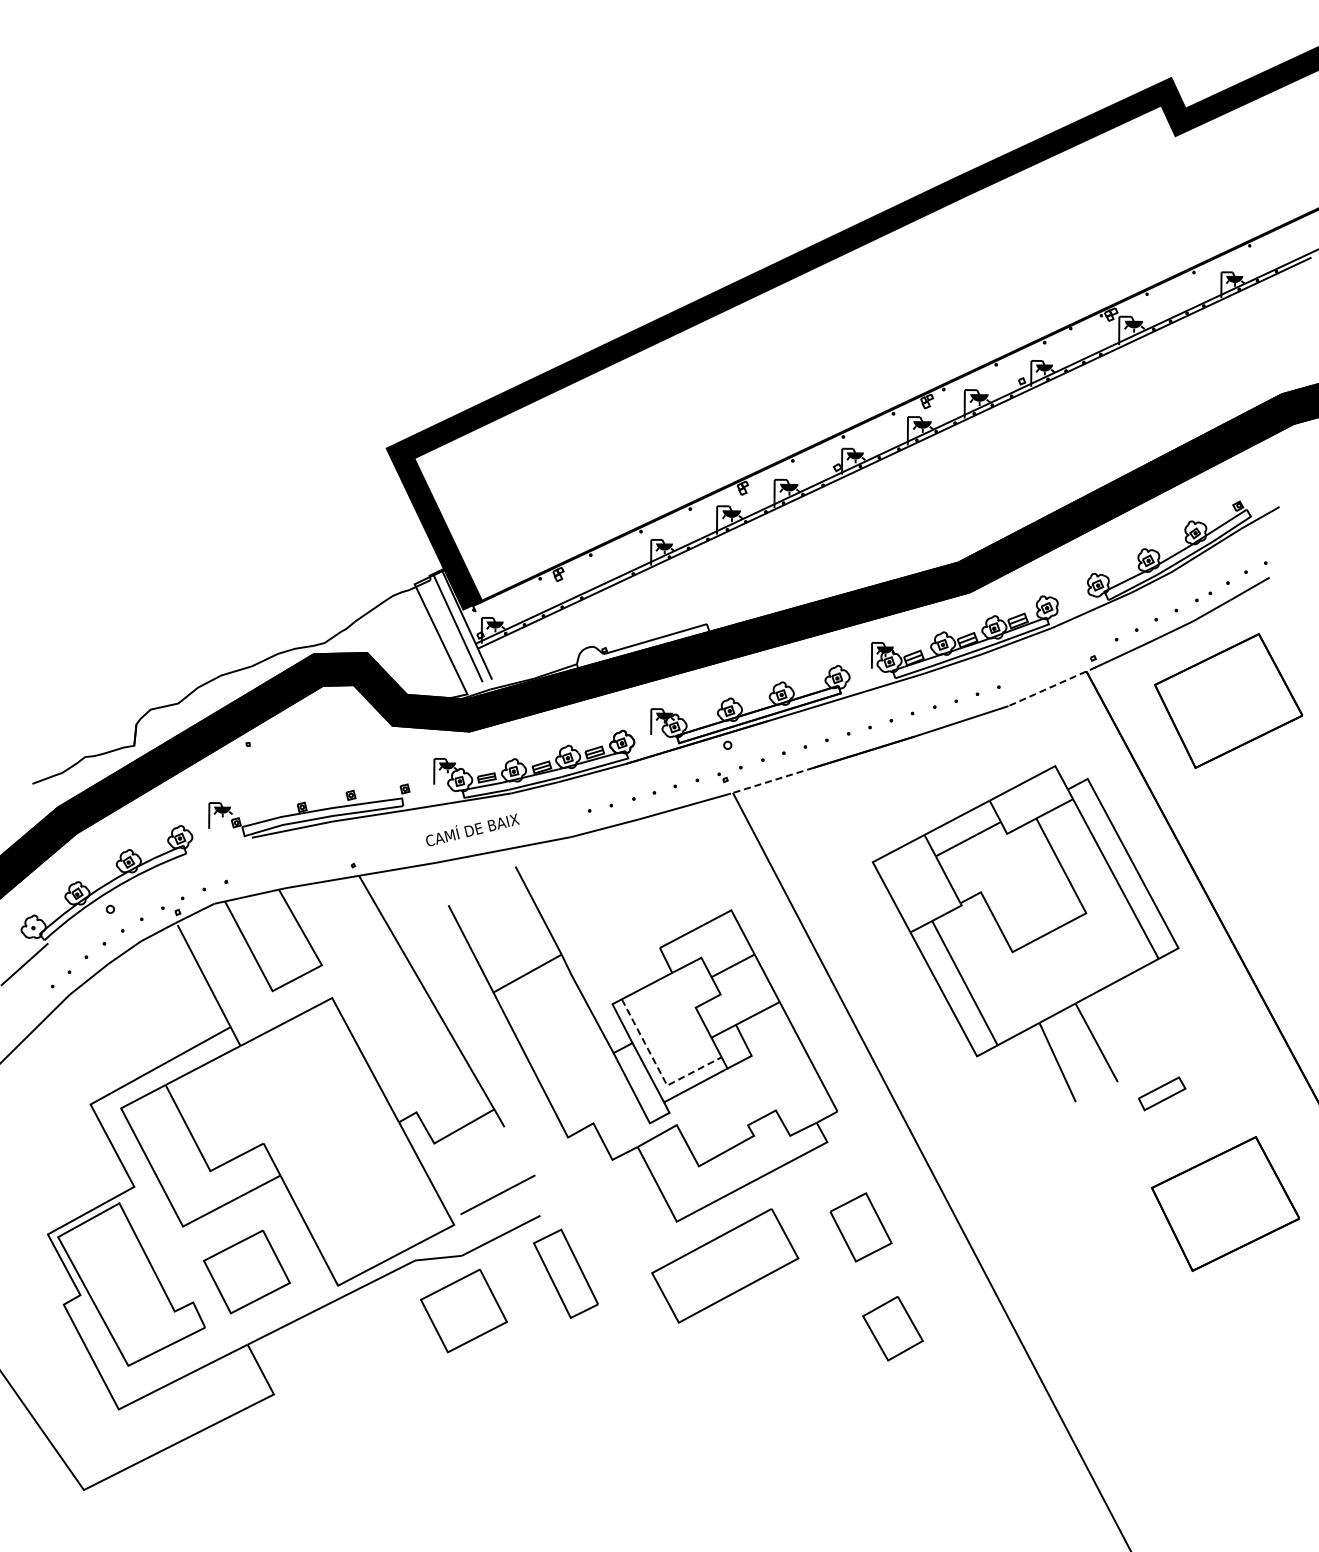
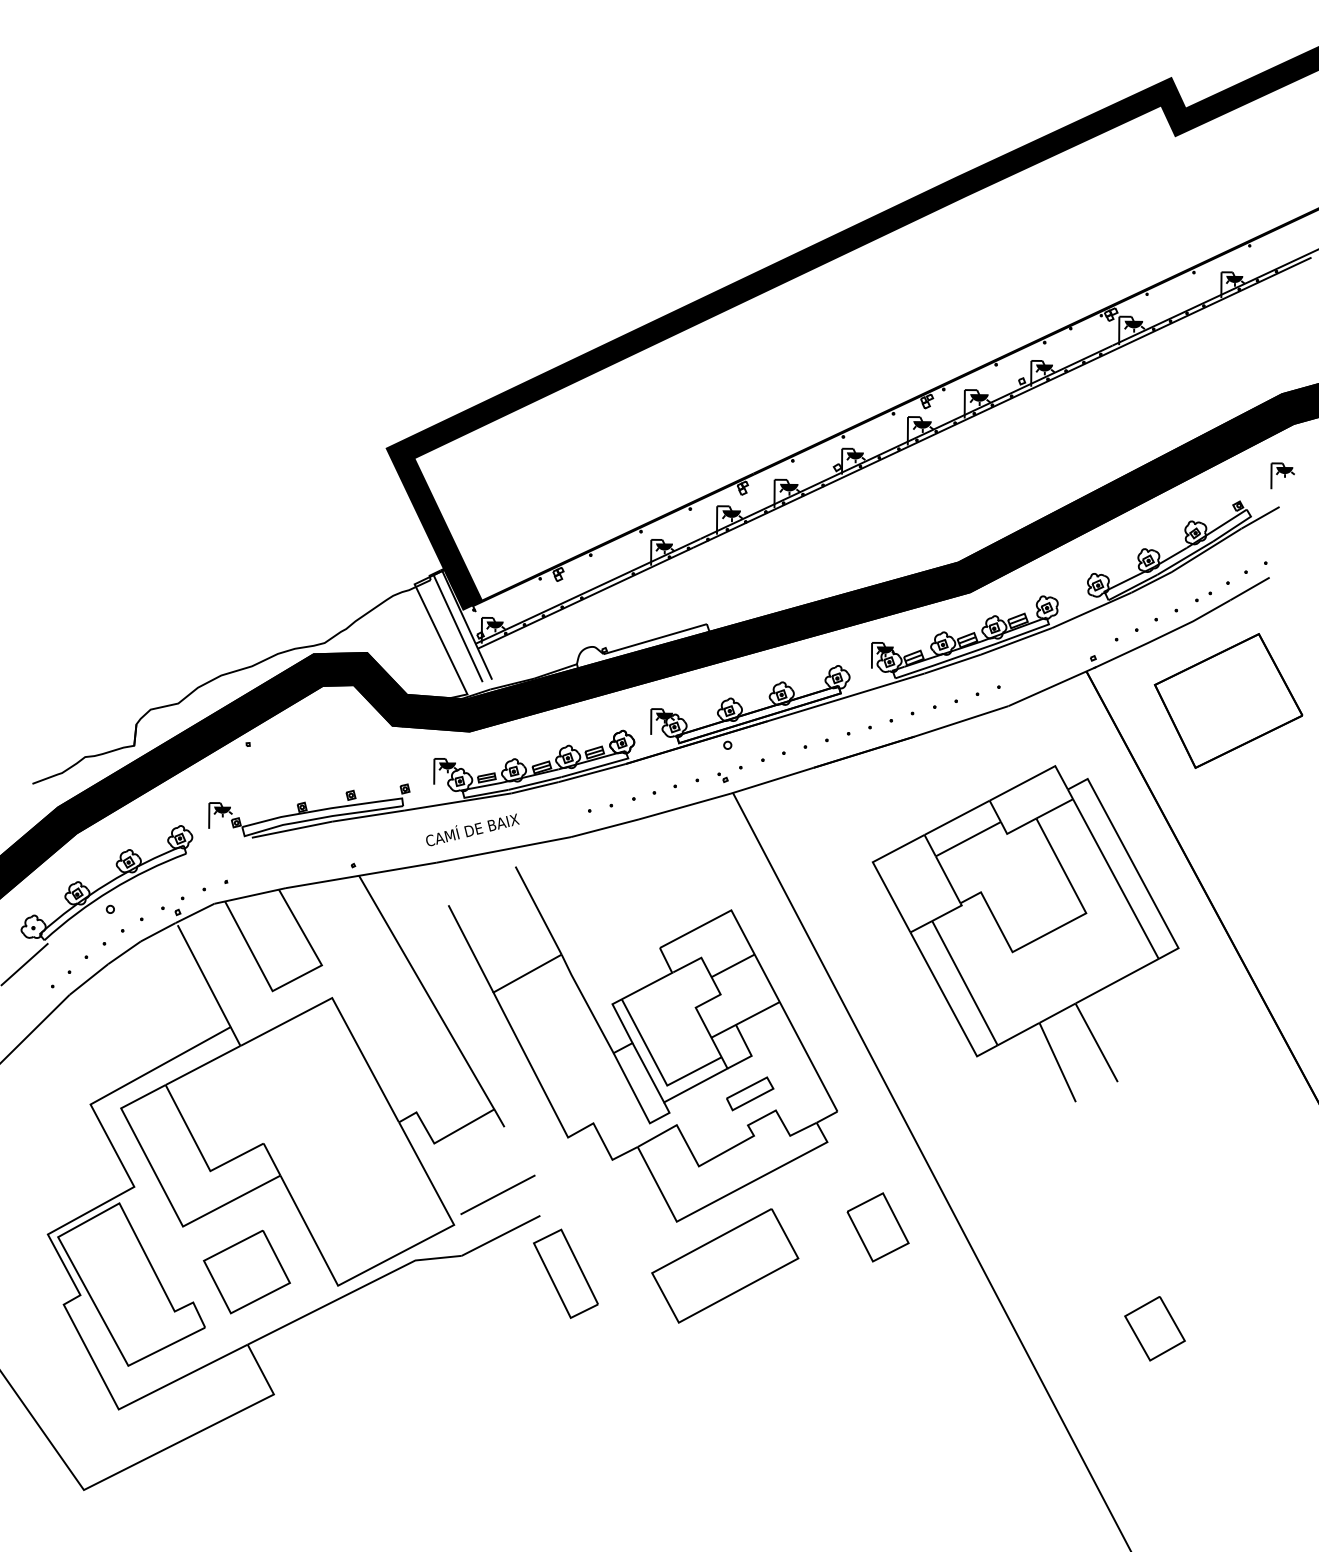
part at (1282, 475): none -> present
line at (1051, 686): dashed -> solid
line at (771, 780): dashed -> solid
line at (659, 1070): dashed -> solid
line at (1160, 1088) position: (1160, 1088) -> (748, 1088)
part at (1225, 1203): present -> none
part at (860, 1227) position: (860, 1227) -> (877, 1227)
part at (463, 1310): present -> none
part at (892, 1328) position: (892, 1328) -> (1154, 1328)
